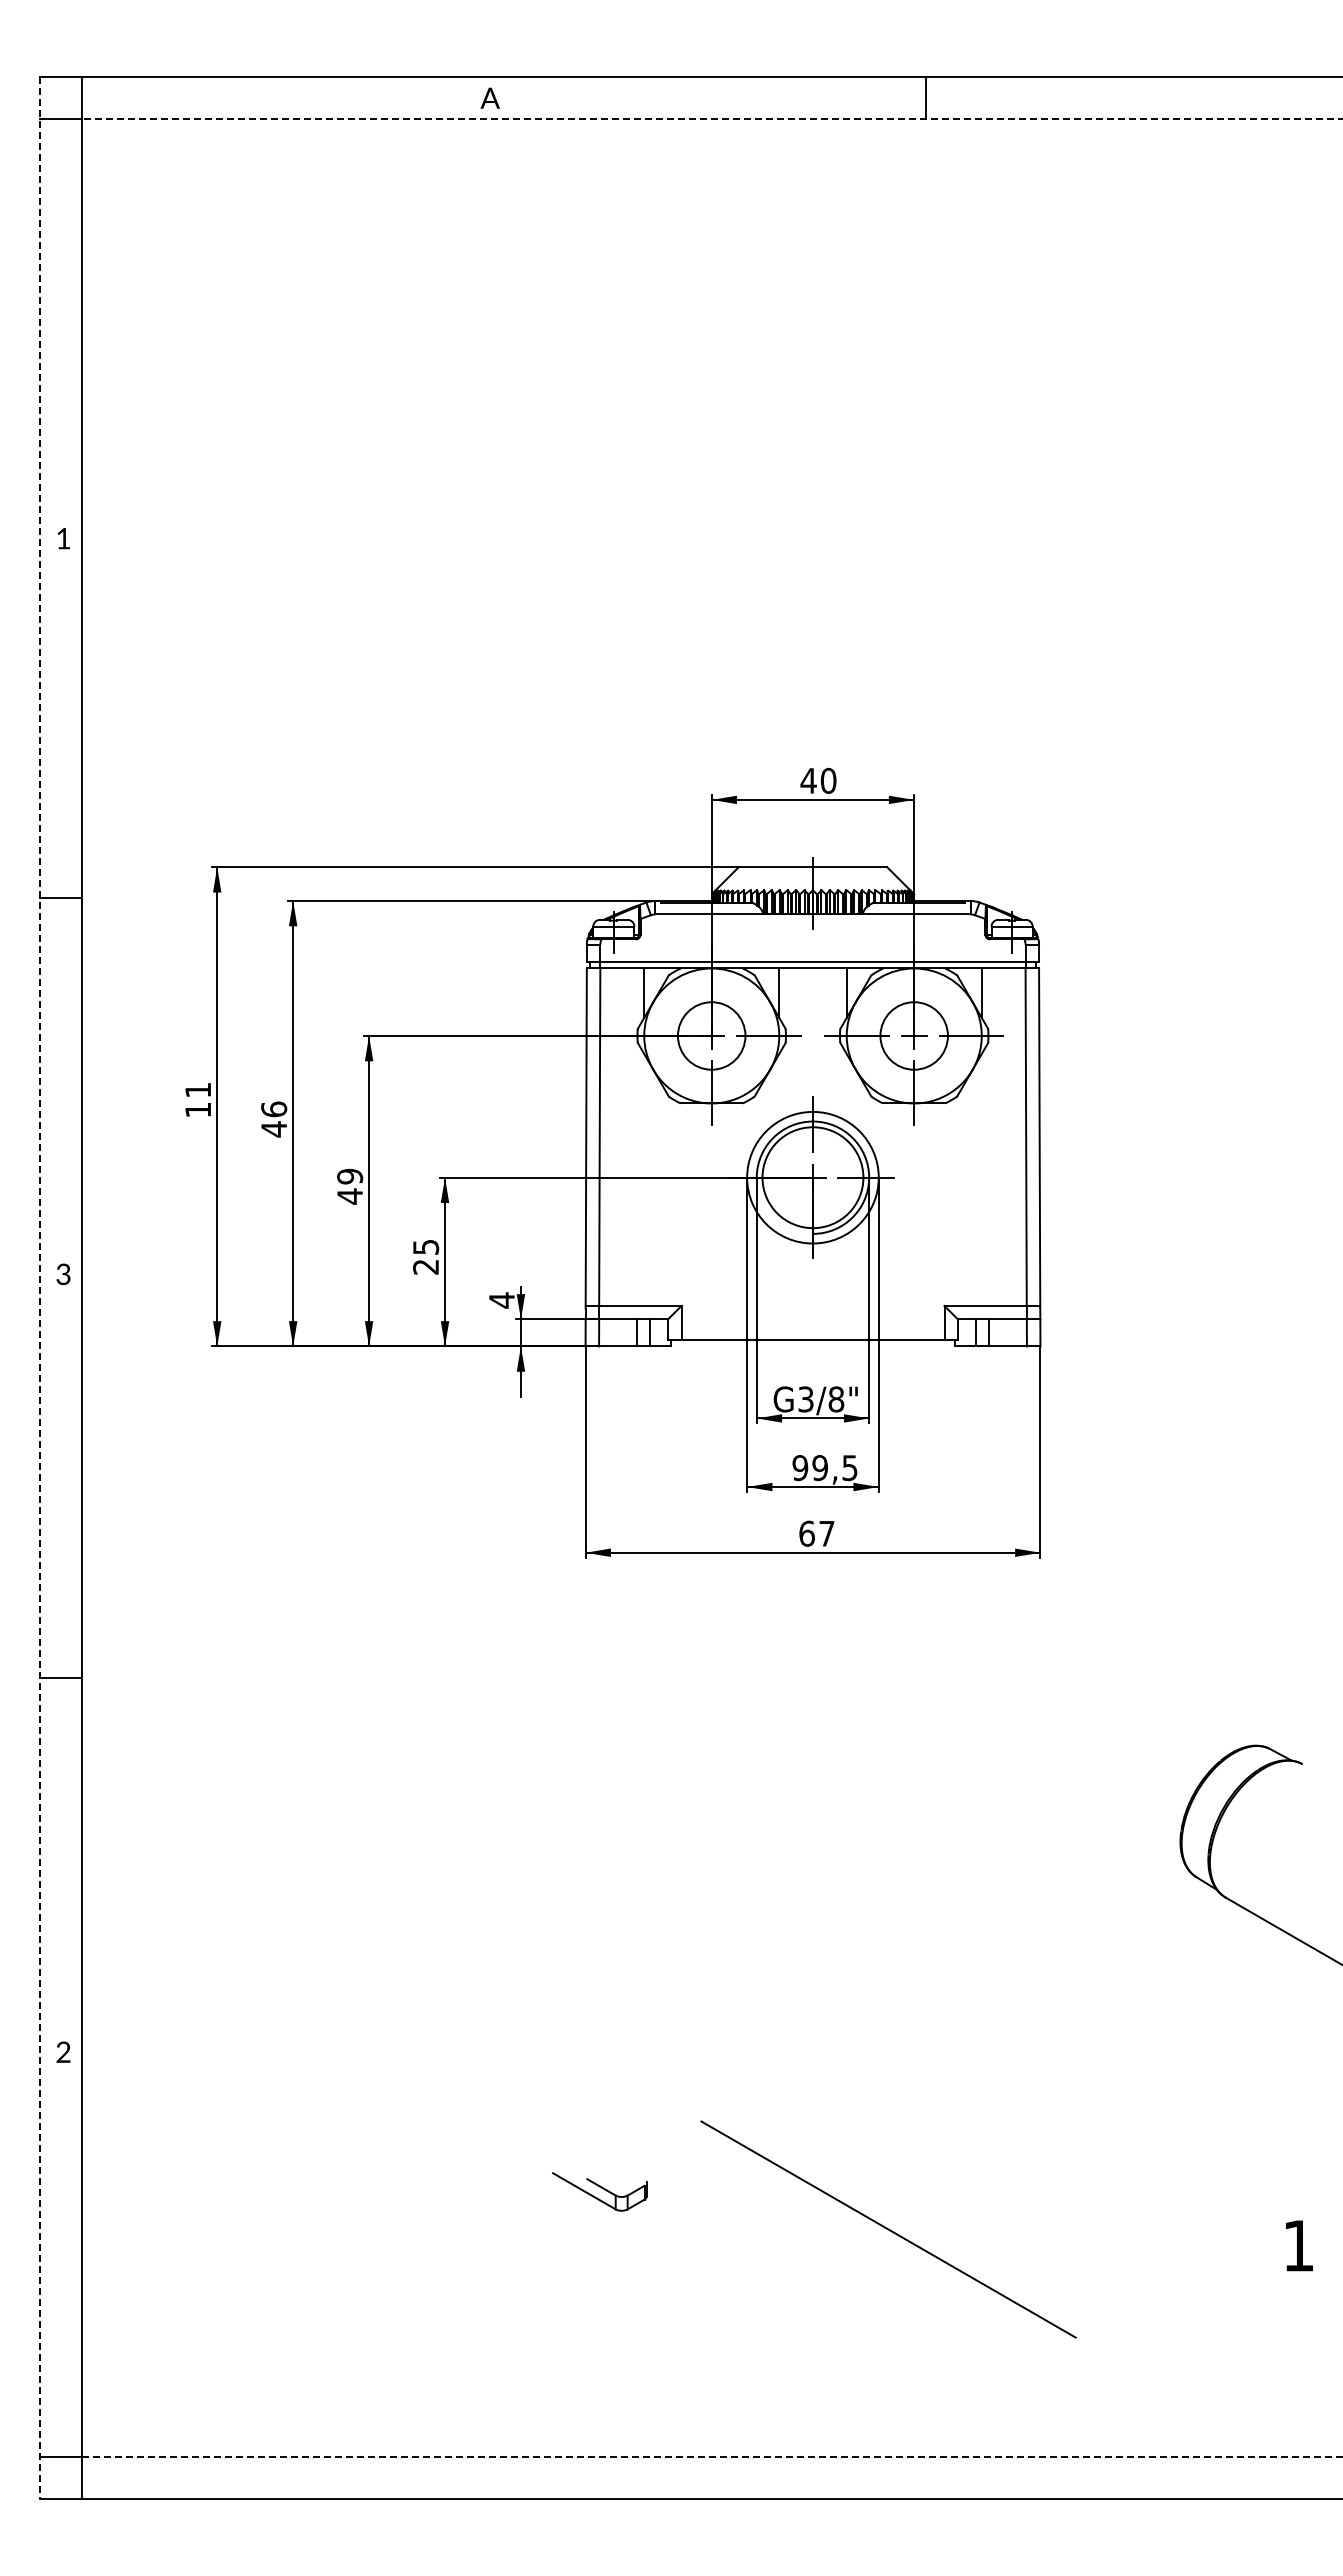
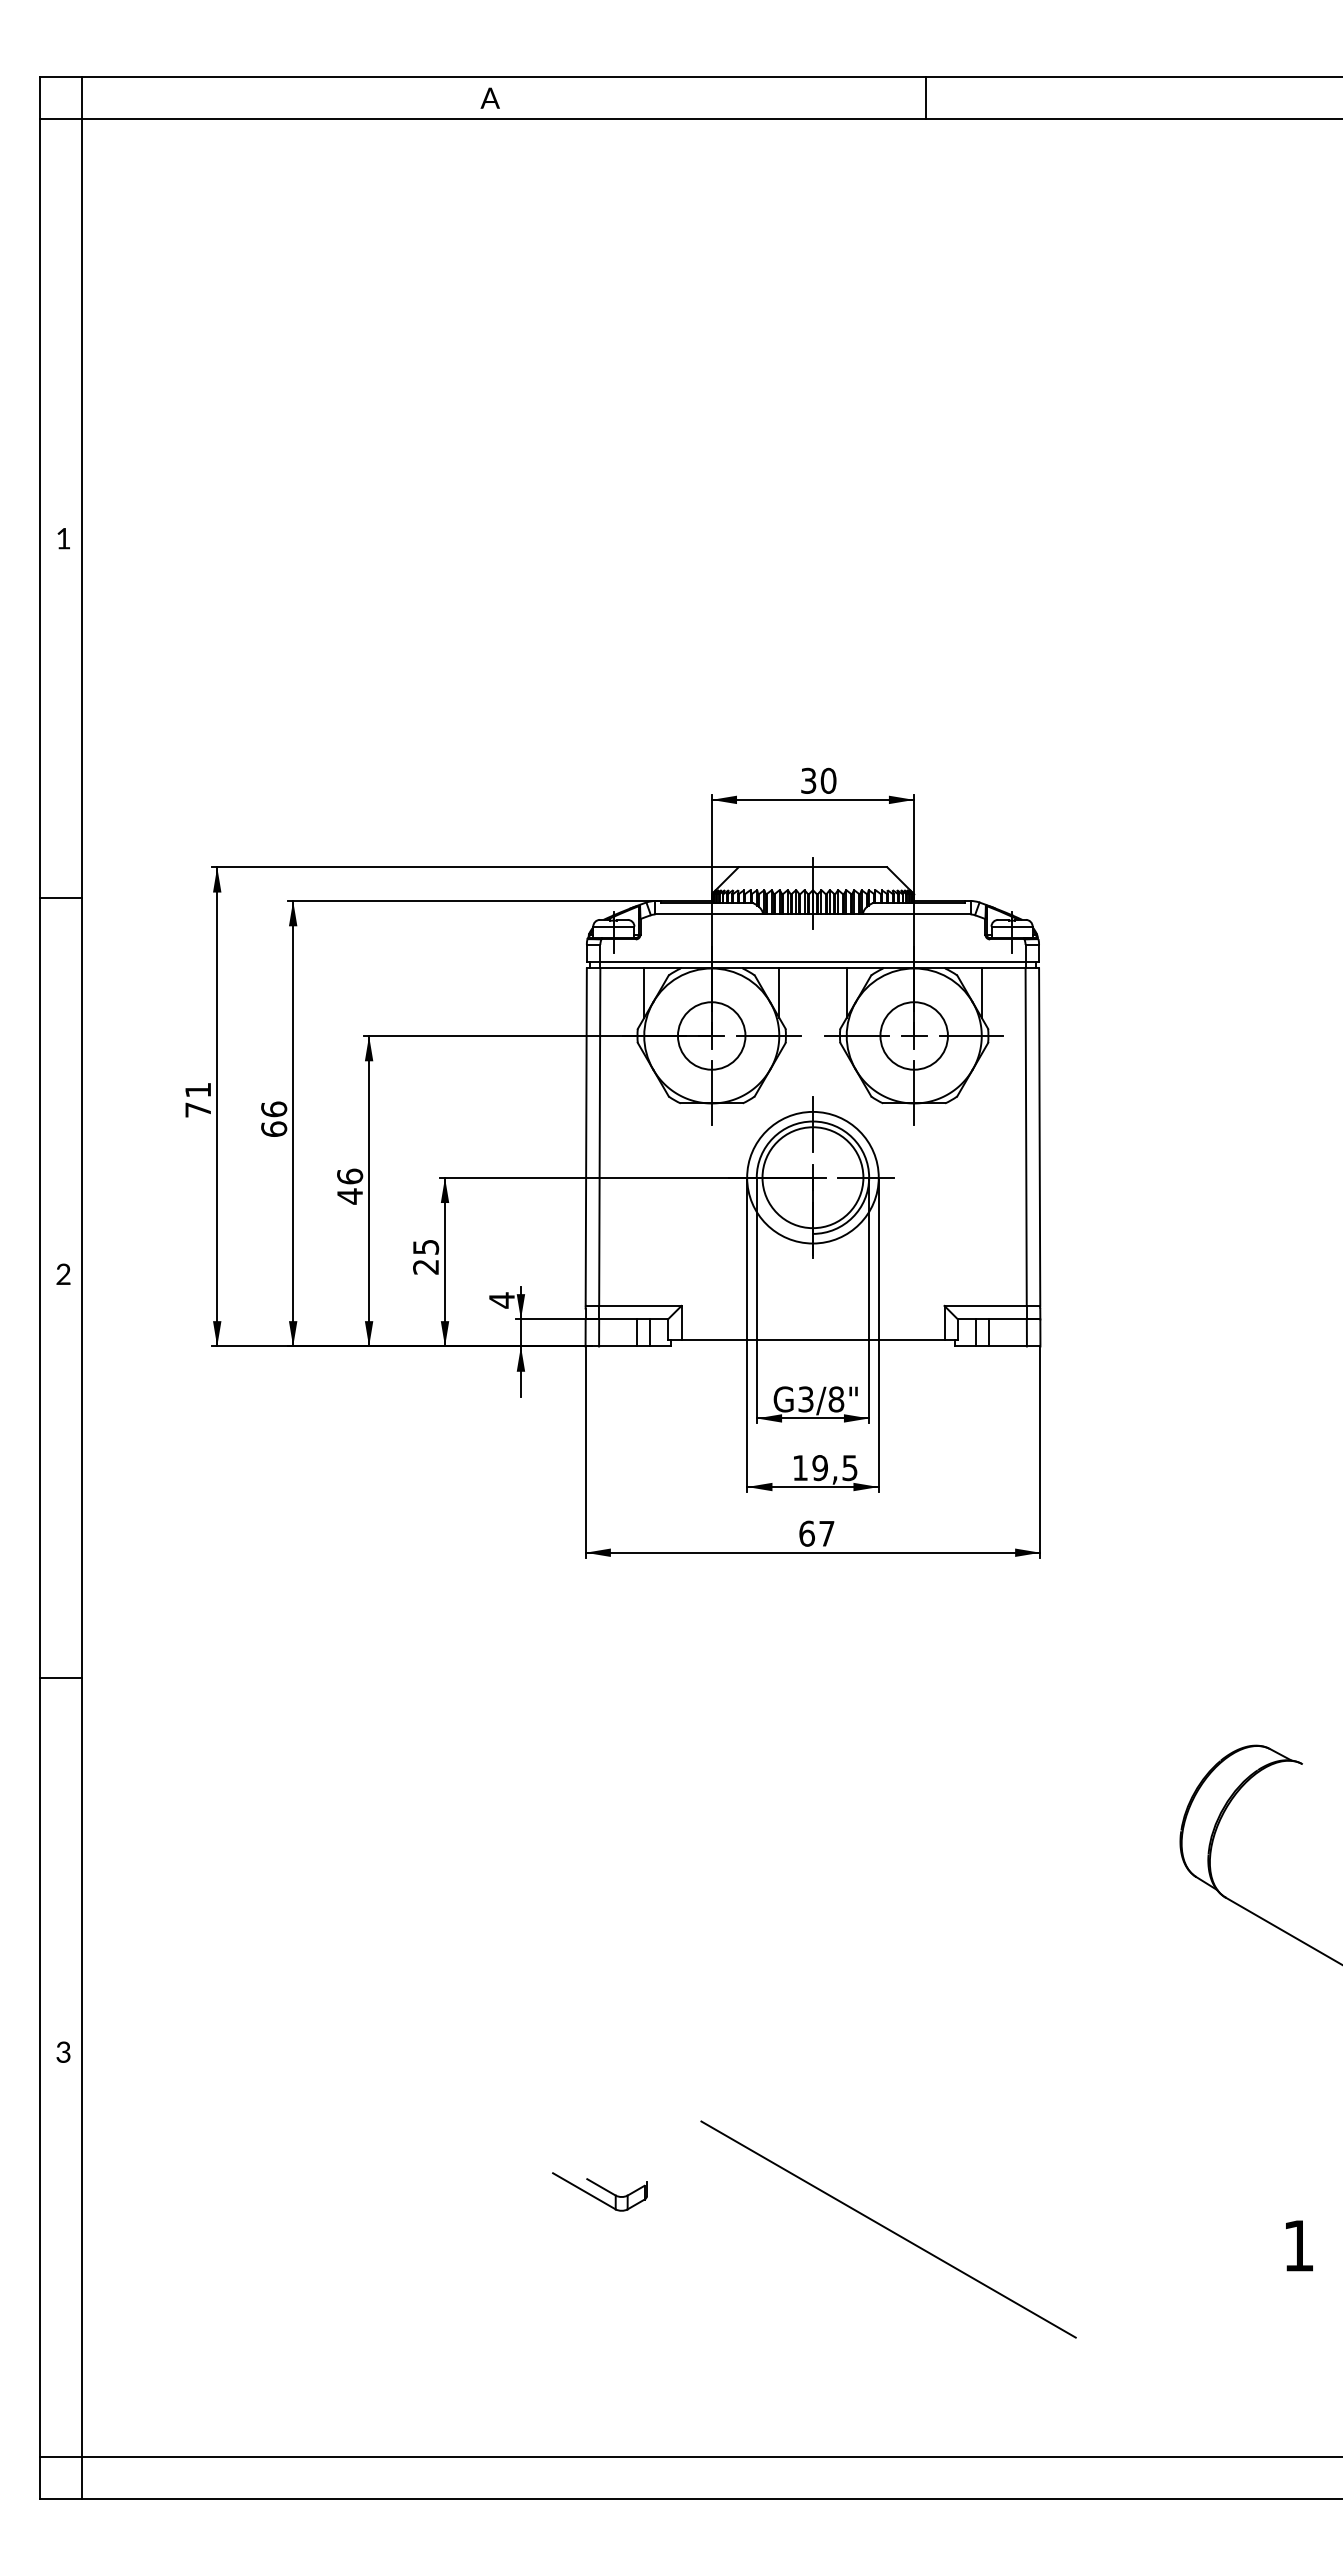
line at (712, 119): dashed -> solid
text at (808, 780): 40 -> 30
text at (197, 1109): 11 -> 71
text at (274, 1129): 46 -> 66
text at (350, 1176): 49 -> 46
text at (63, 1276): 3 -> 2
line at (40, 1287): dashed -> solid
text at (800, 1468): 99,5 -> 19,5
text at (63, 2053): 2 -> 3
line at (712, 2456): dashed -> solid
